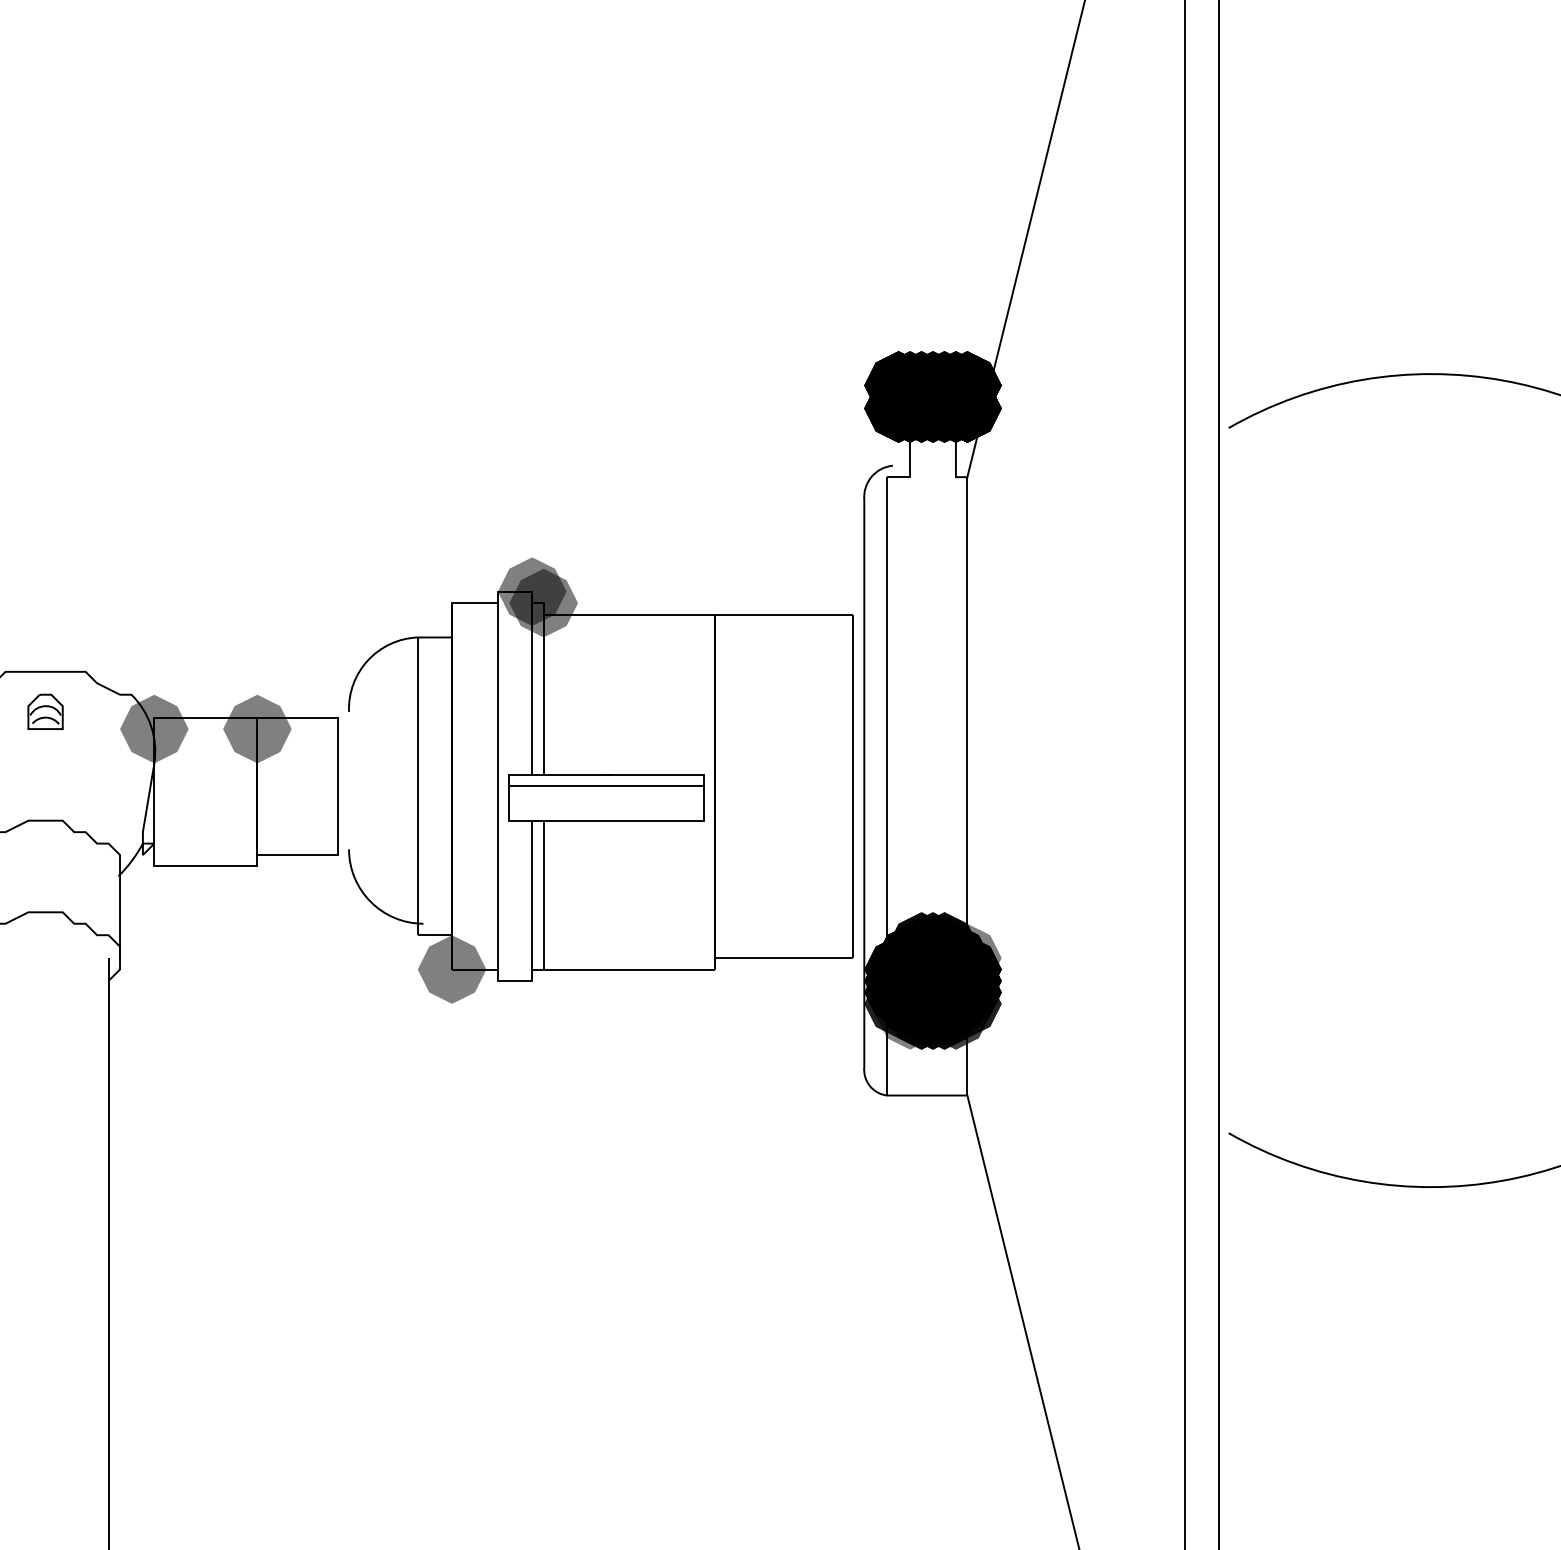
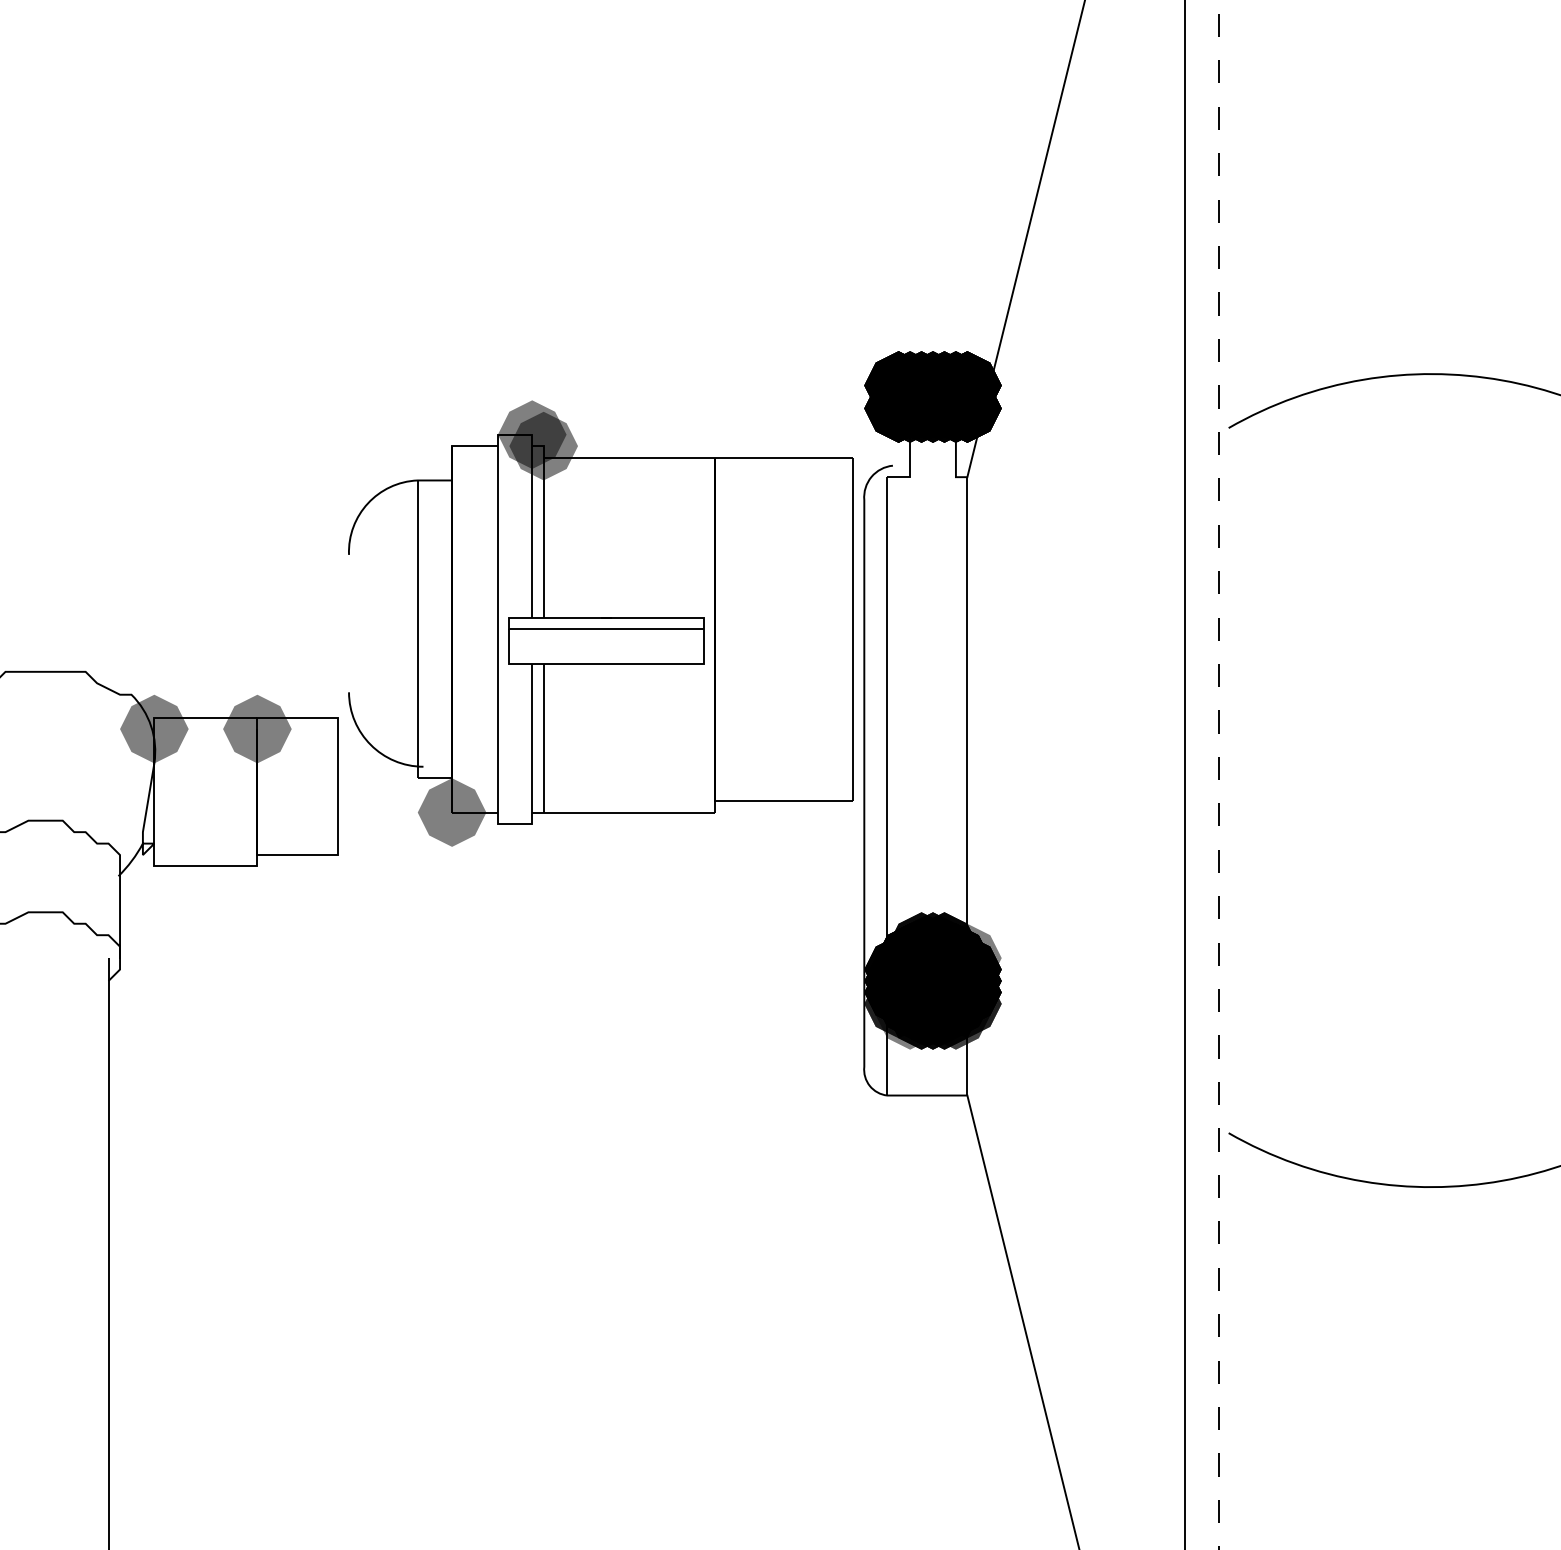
part at (45, 711): present -> none
line at (1219, 774): solid -> dashed
part at (600, 780) position: (600, 780) -> (600, 623)
